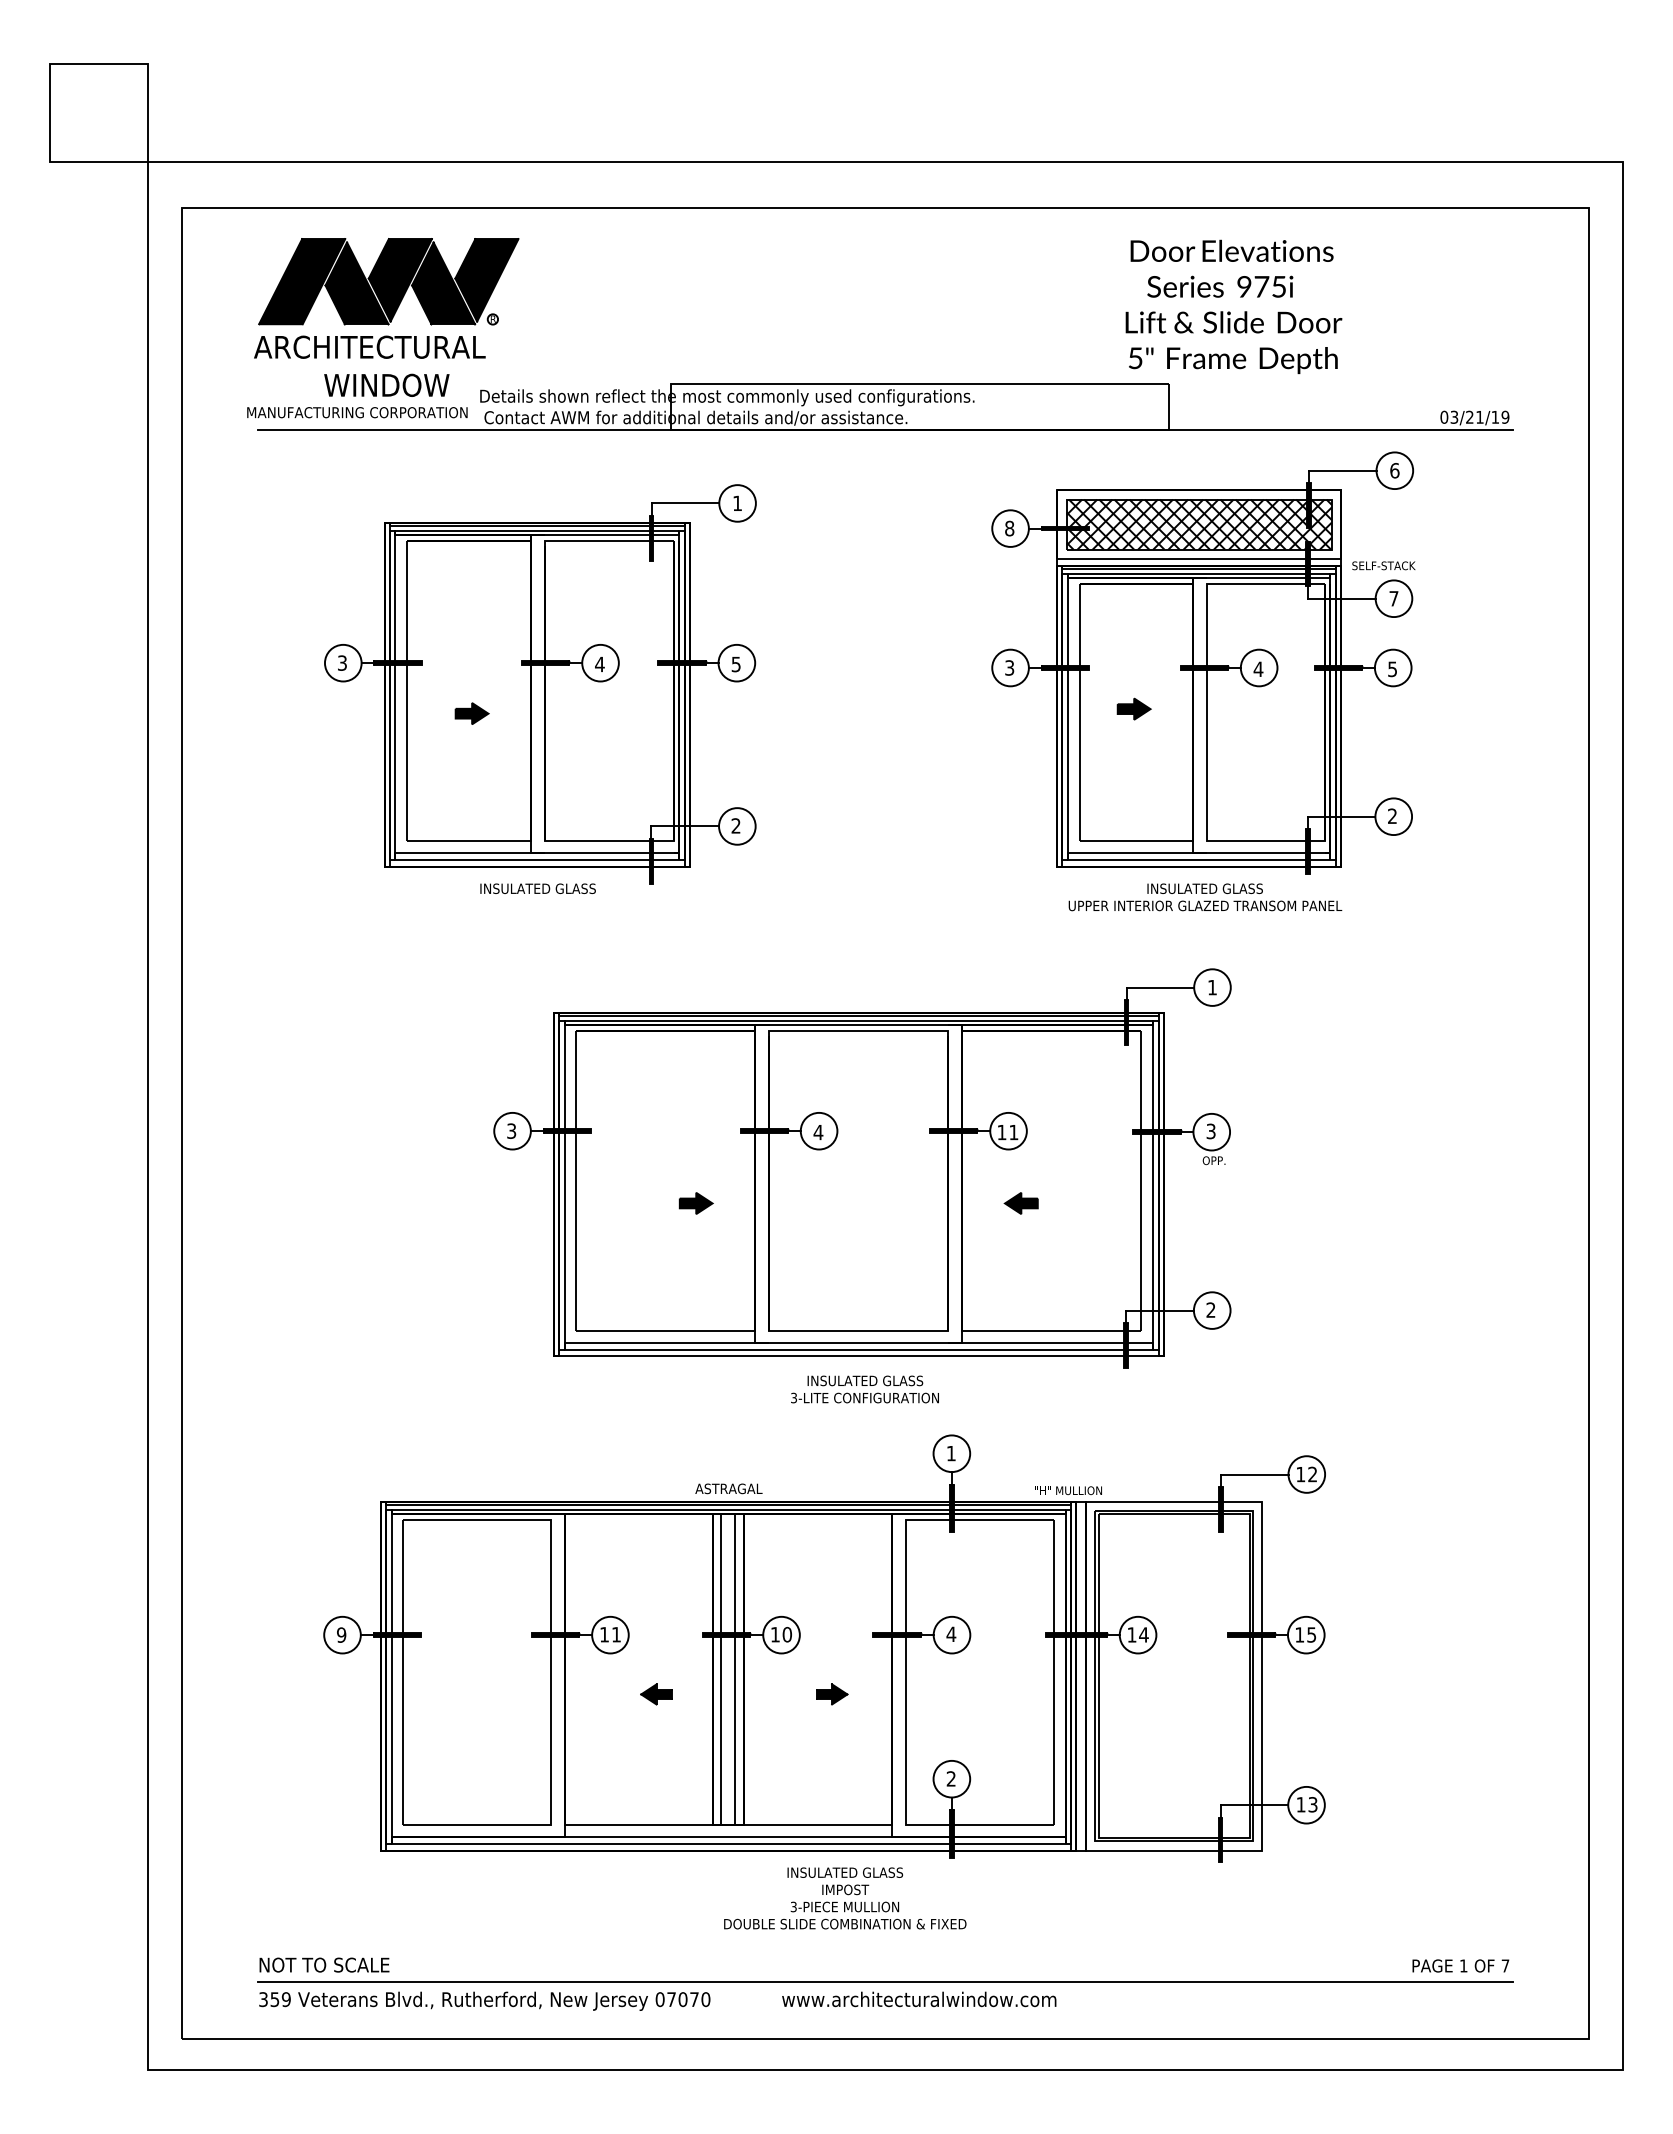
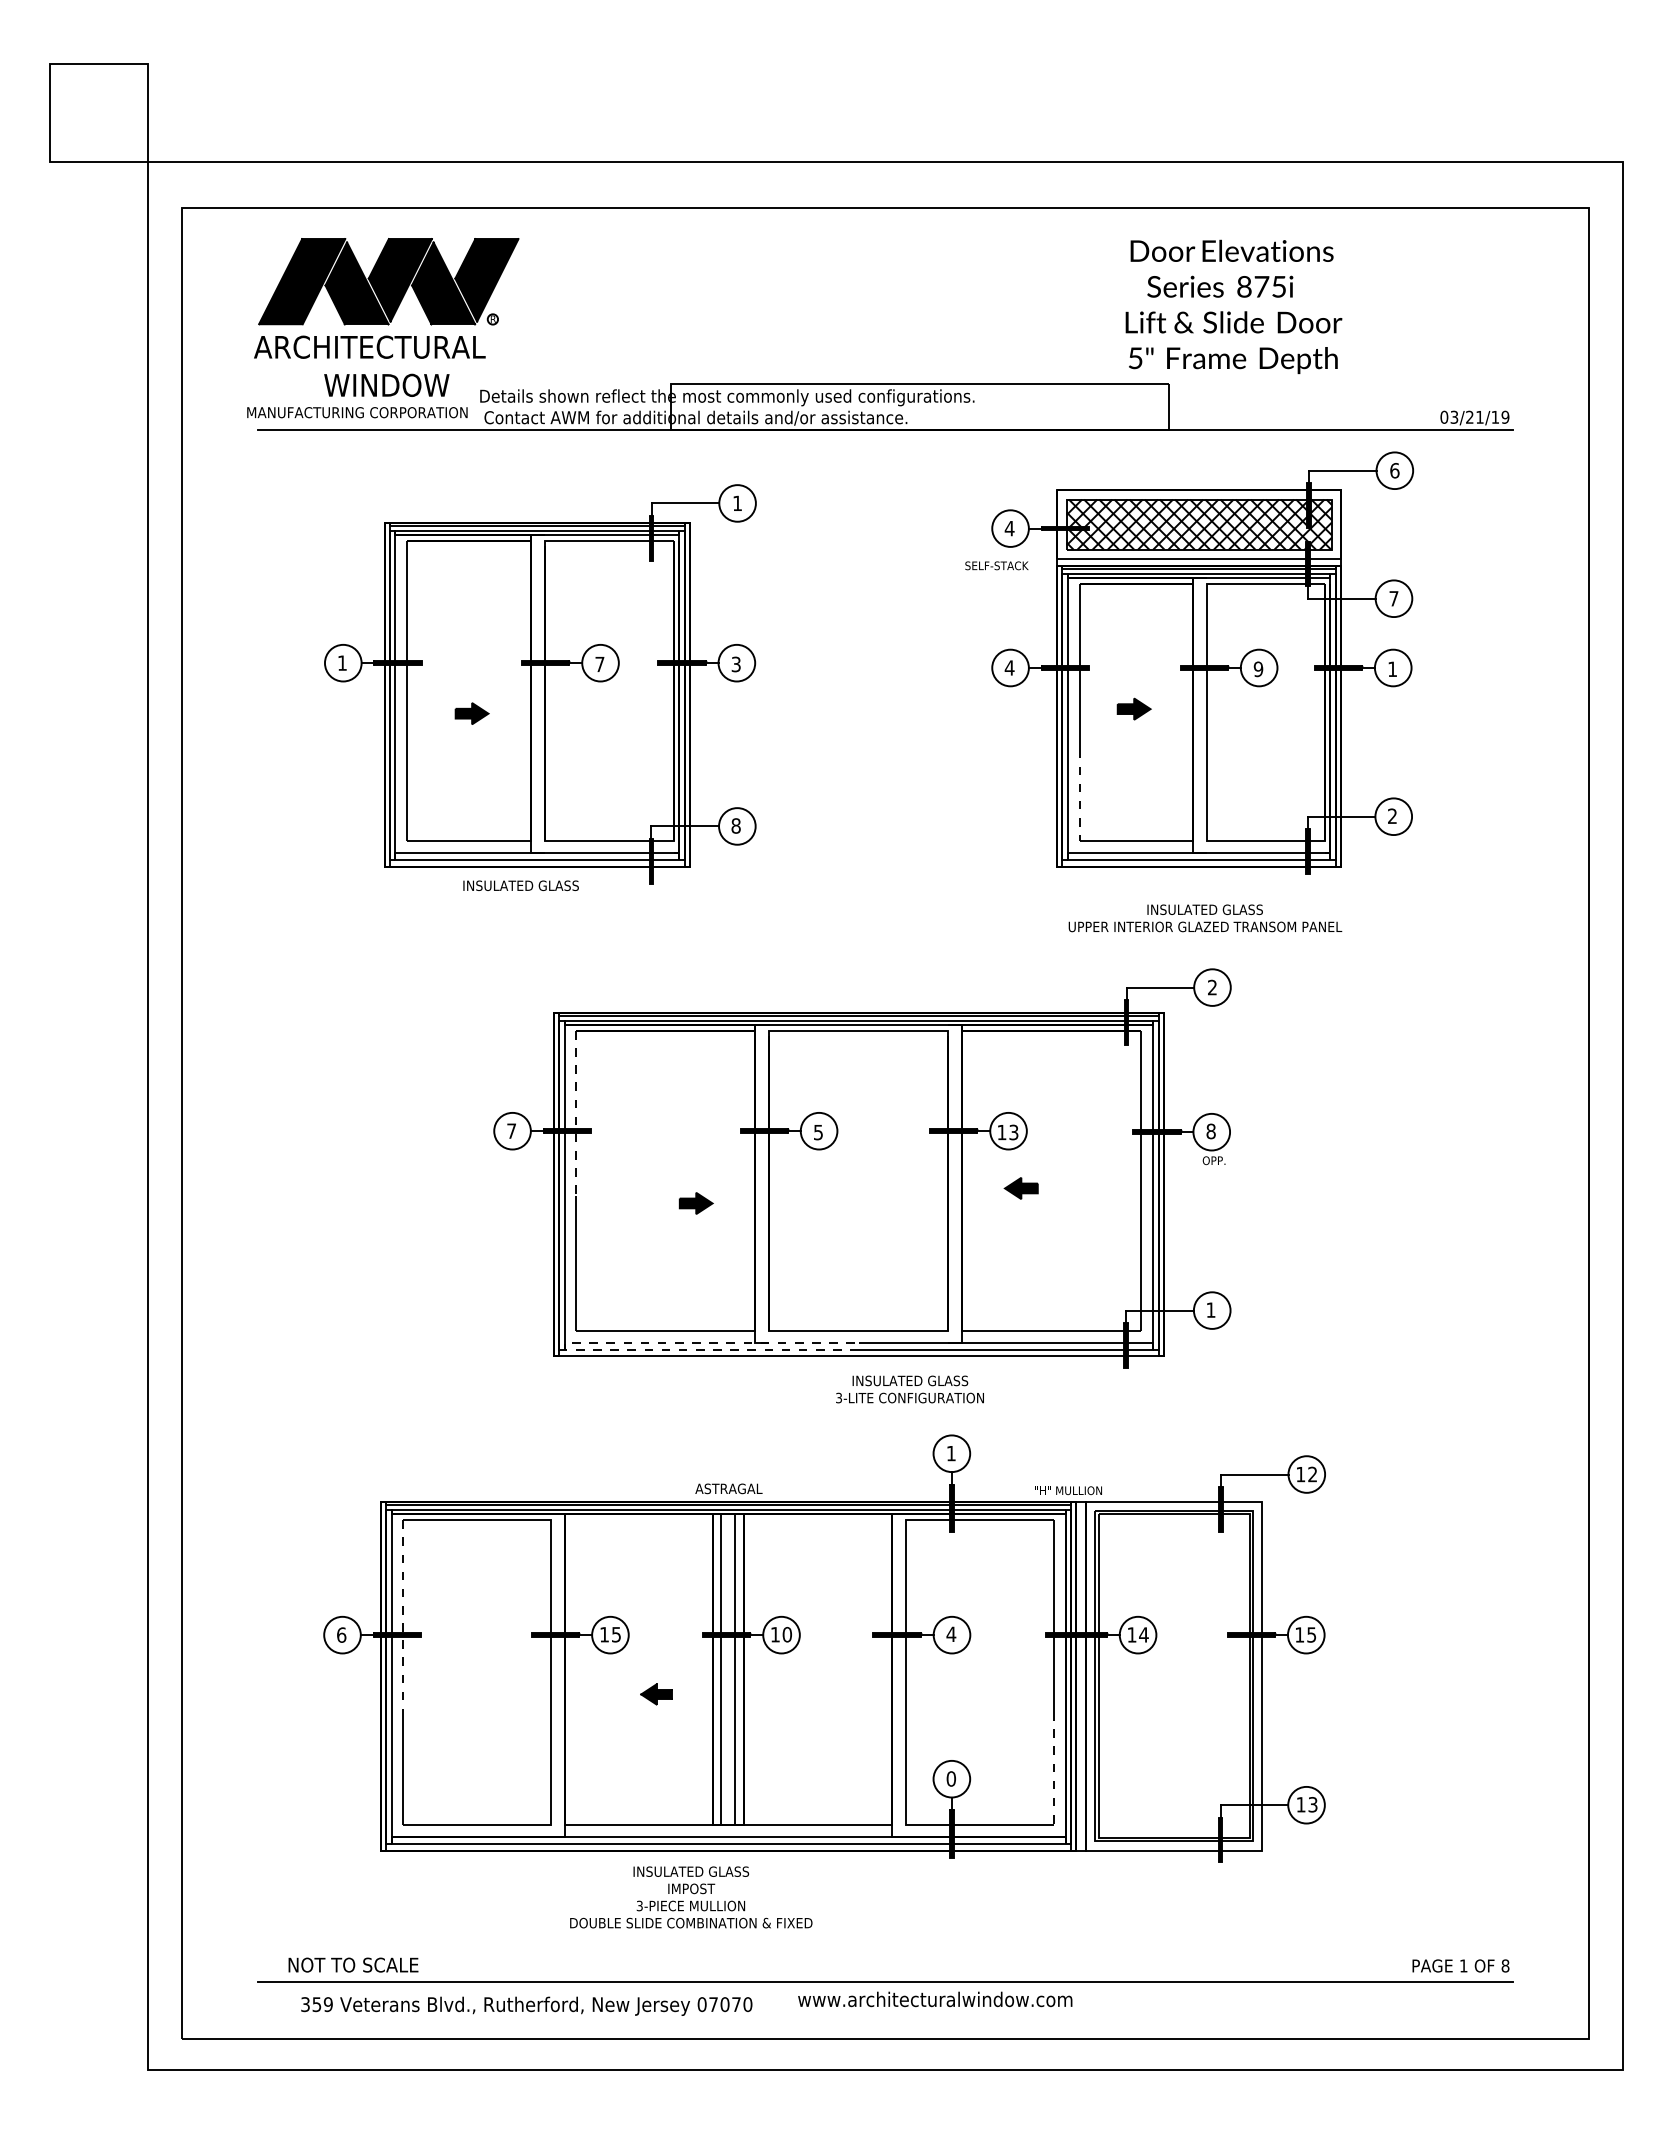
text at (1244, 287): 975i -> 875i
text at (1009, 528): 8 -> 4
text at (1383, 565) position: (1383, 565) -> (996, 565)
text at (342, 662): 3 -> 1
text at (736, 663): 5 -> 3
text at (599, 664): 4 -> 7
text at (1009, 667): 3 -> 4
text at (1258, 669): 4 -> 9
text at (1392, 669): 5 -> 1
line at (1079, 795): solid -> dashed
text at (735, 825): 2 -> 8
text at (537, 888) position: (537, 888) -> (520, 885)
text at (1205, 897) position: (1205, 897) -> (1205, 918)
text at (1212, 987): 1 -> 2
line at (576, 1113): solid -> dashed
text at (511, 1130): 3 -> 7
text at (1210, 1131): 3 -> 8
text at (818, 1132): 4 -> 5
text at (1013, 1132): 11 -> 13
part at (1020, 1203) position: (1020, 1203) -> (1020, 1188)
text at (1210, 1309): 2 -> 1
line at (564, 1345): solid -> dashed
text at (864, 1389) position: (864, 1389) -> (909, 1389)
line at (402, 1616): solid -> dashed
text at (341, 1634): 9 -> 6
text at (616, 1634): 11 -> 15
part at (832, 1694): present -> none
line at (1053, 1769): solid -> dashed
text at (950, 1778): 2 -> 0
text at (845, 1898) position: (845, 1898) -> (691, 1897)
text at (324, 1964) position: (324, 1964) -> (353, 1964)
text at (1505, 1965): 7 -> 8
text at (919, 1999) position: (919, 1999) -> (935, 1999)
text at (484, 2000) position: (484, 2000) -> (526, 2005)
